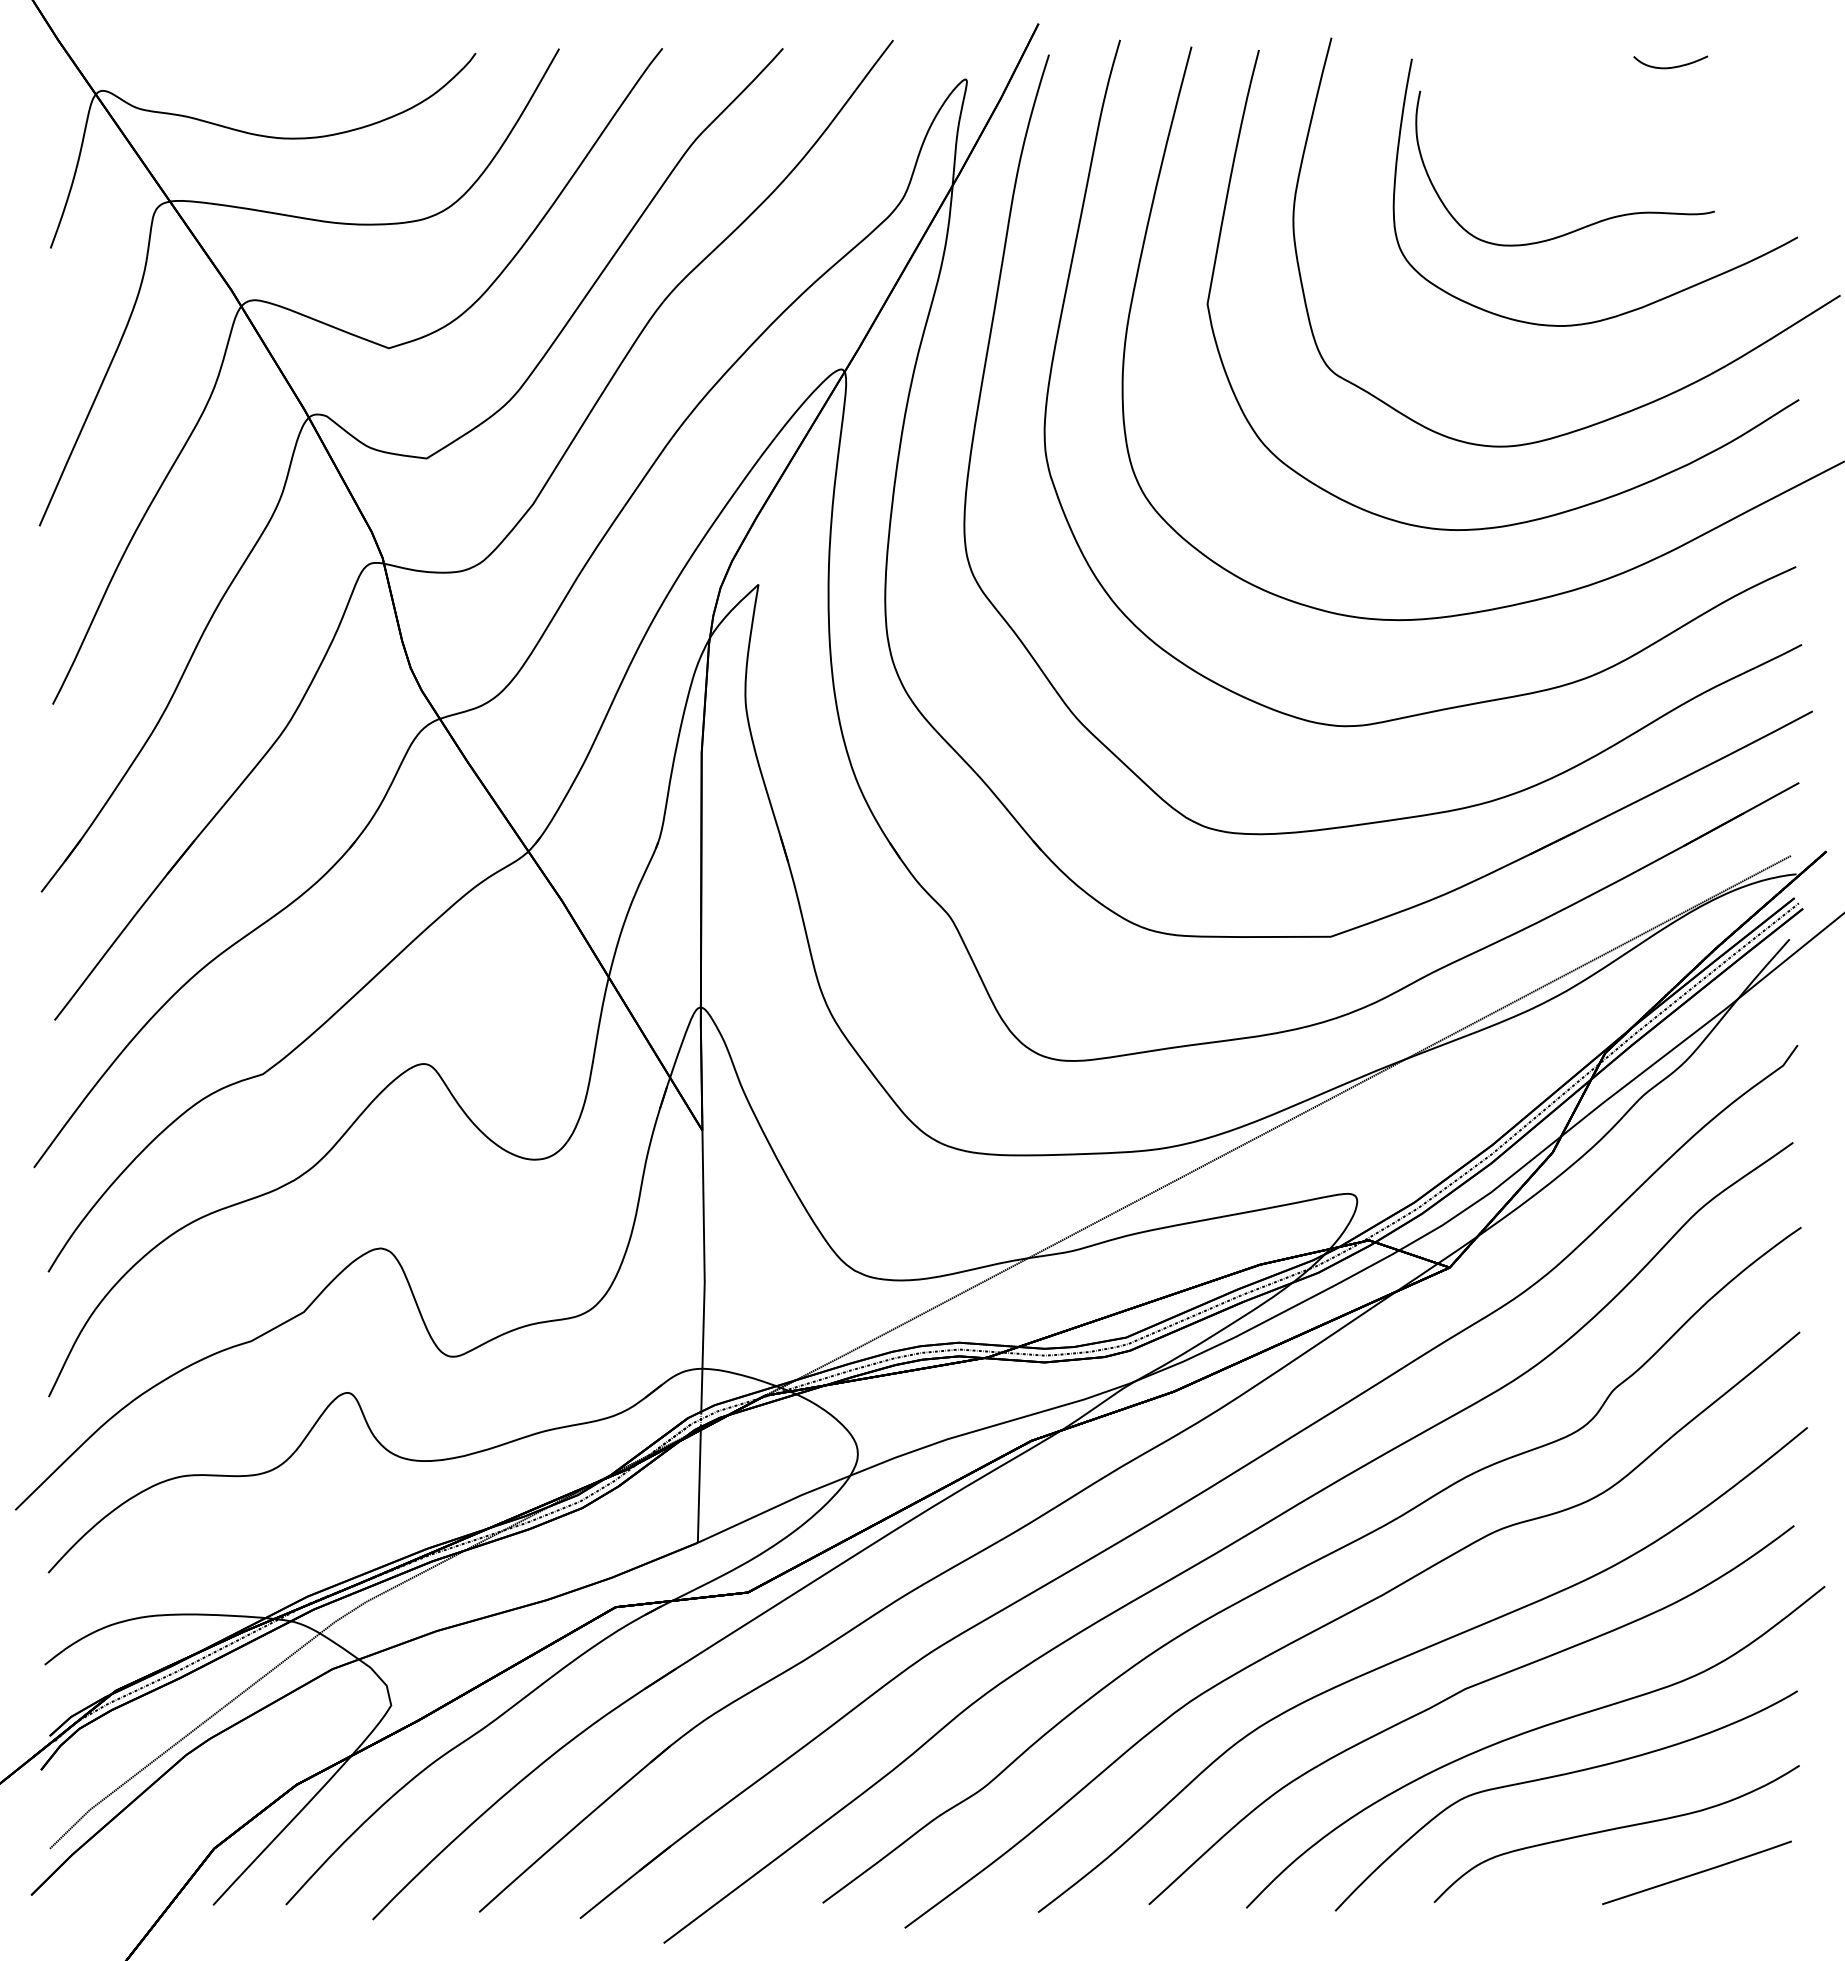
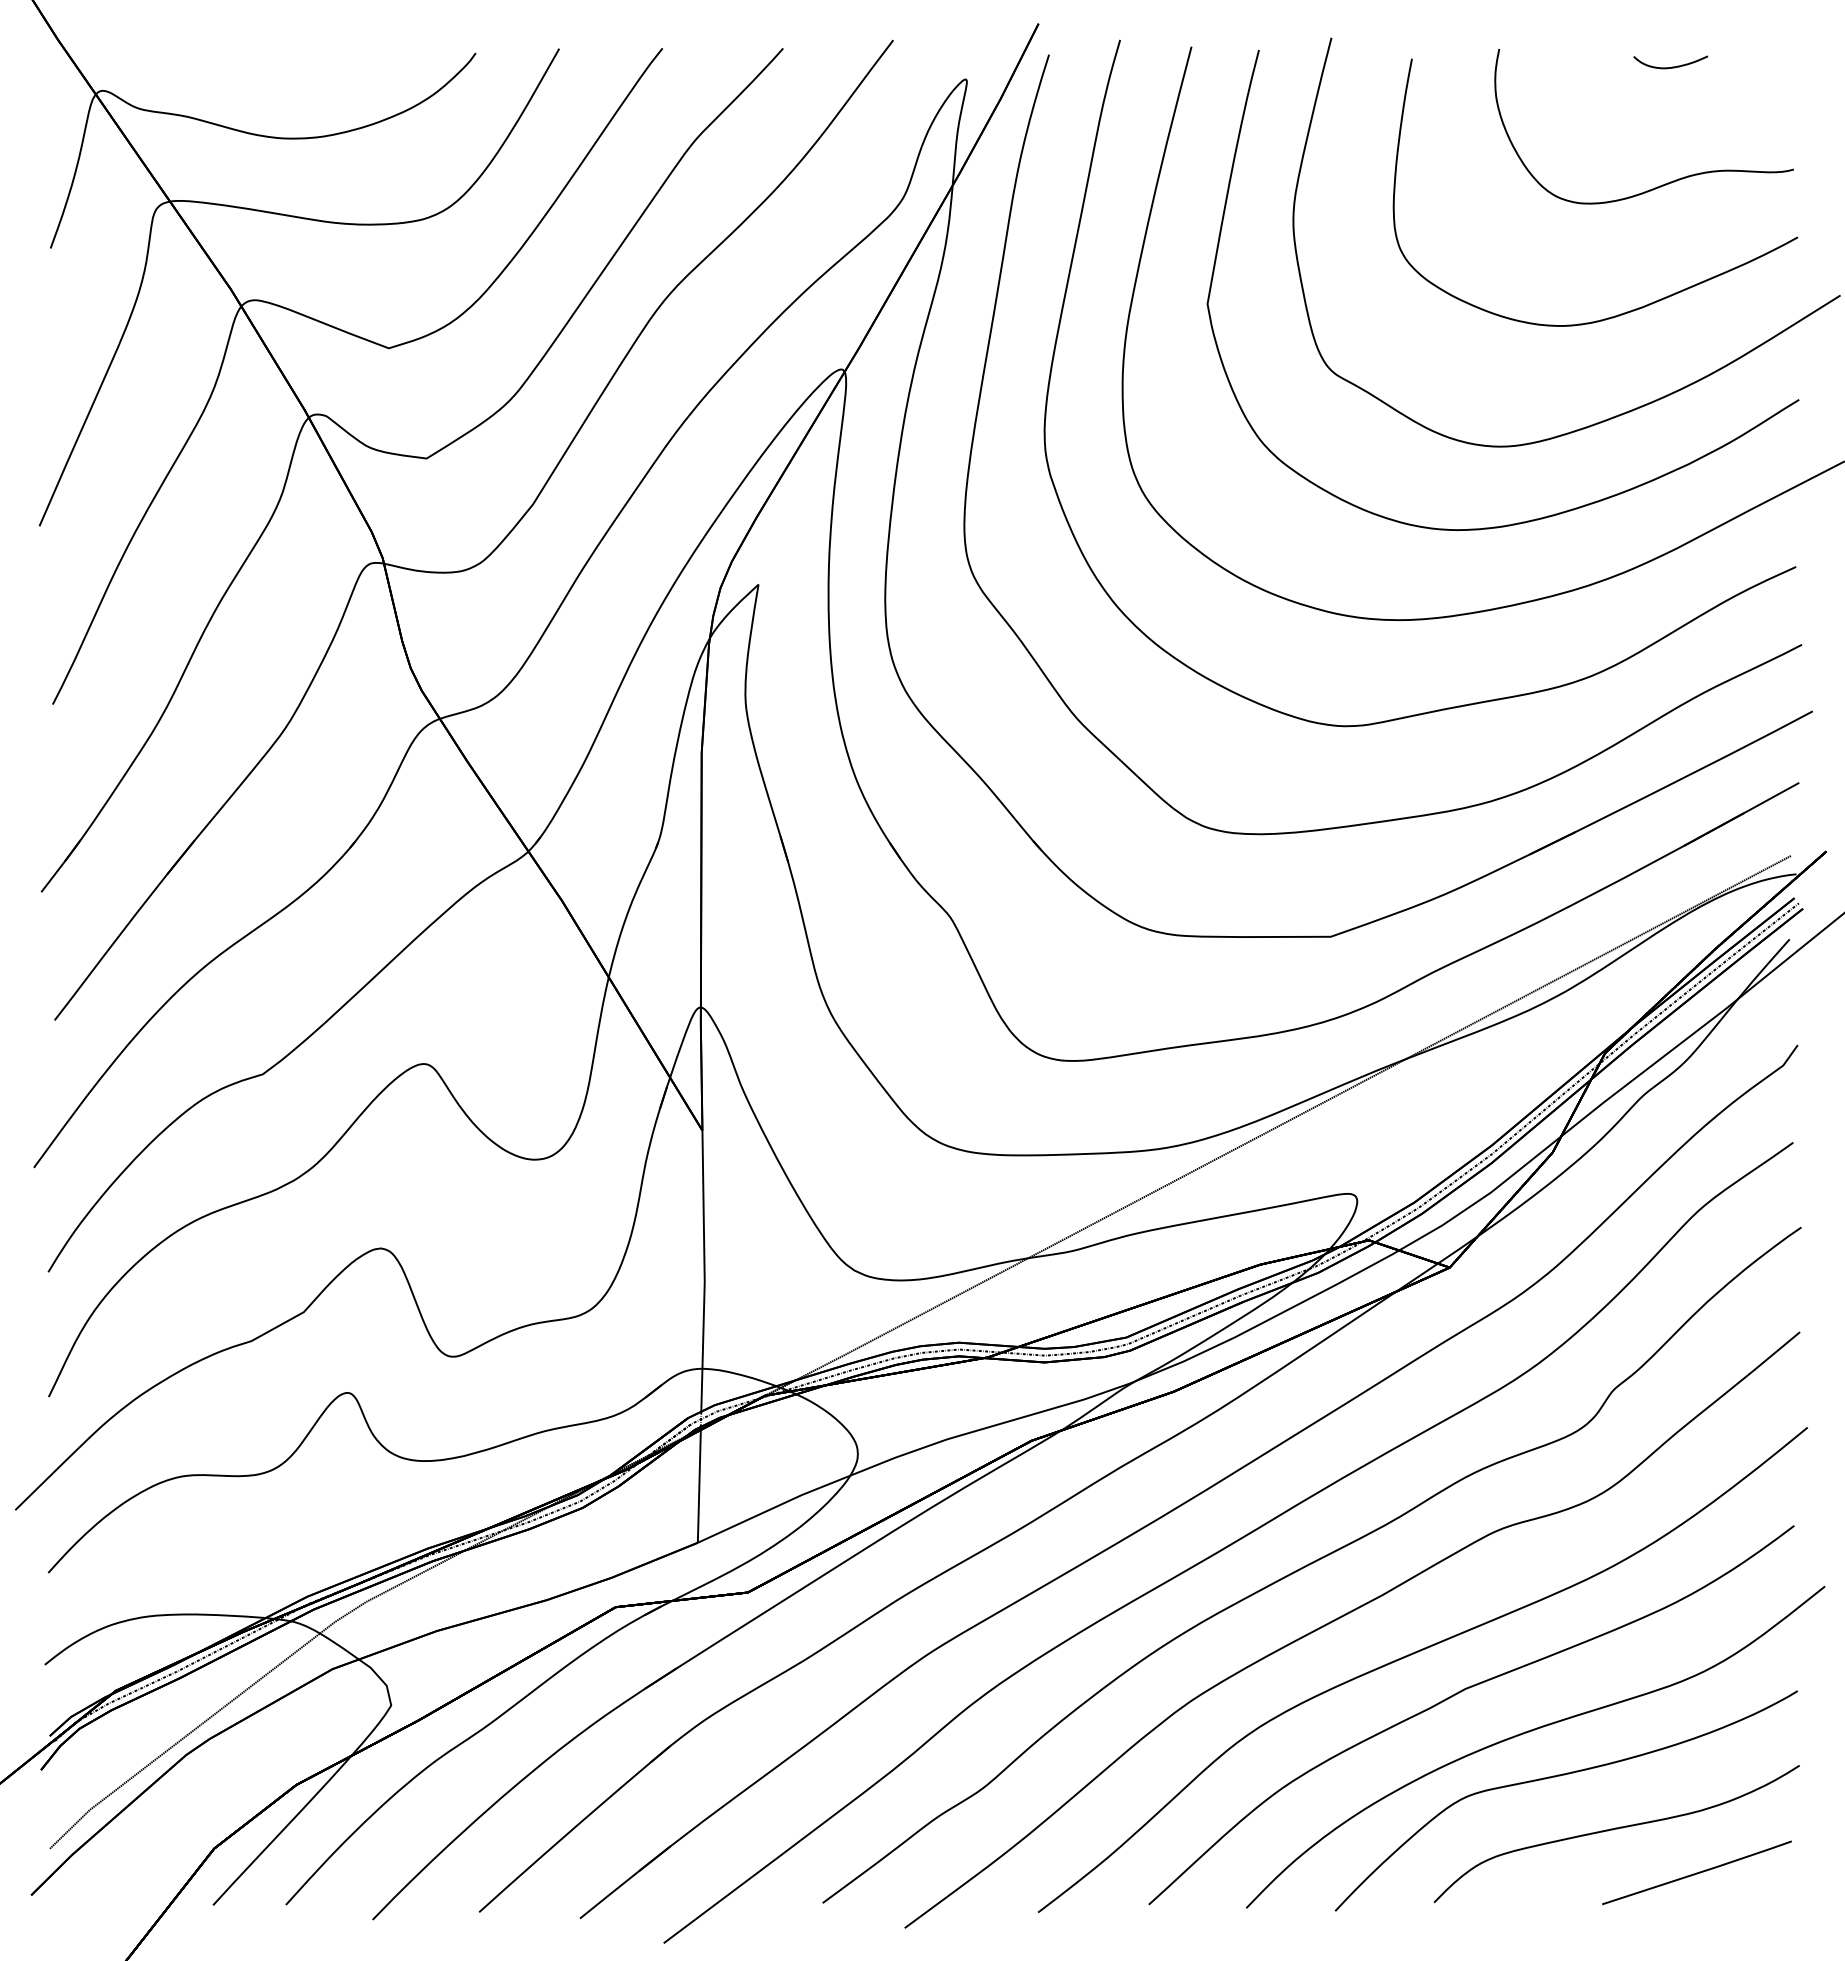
part at (1588, 224) position: (1588, 224) -> (1667, 182)
